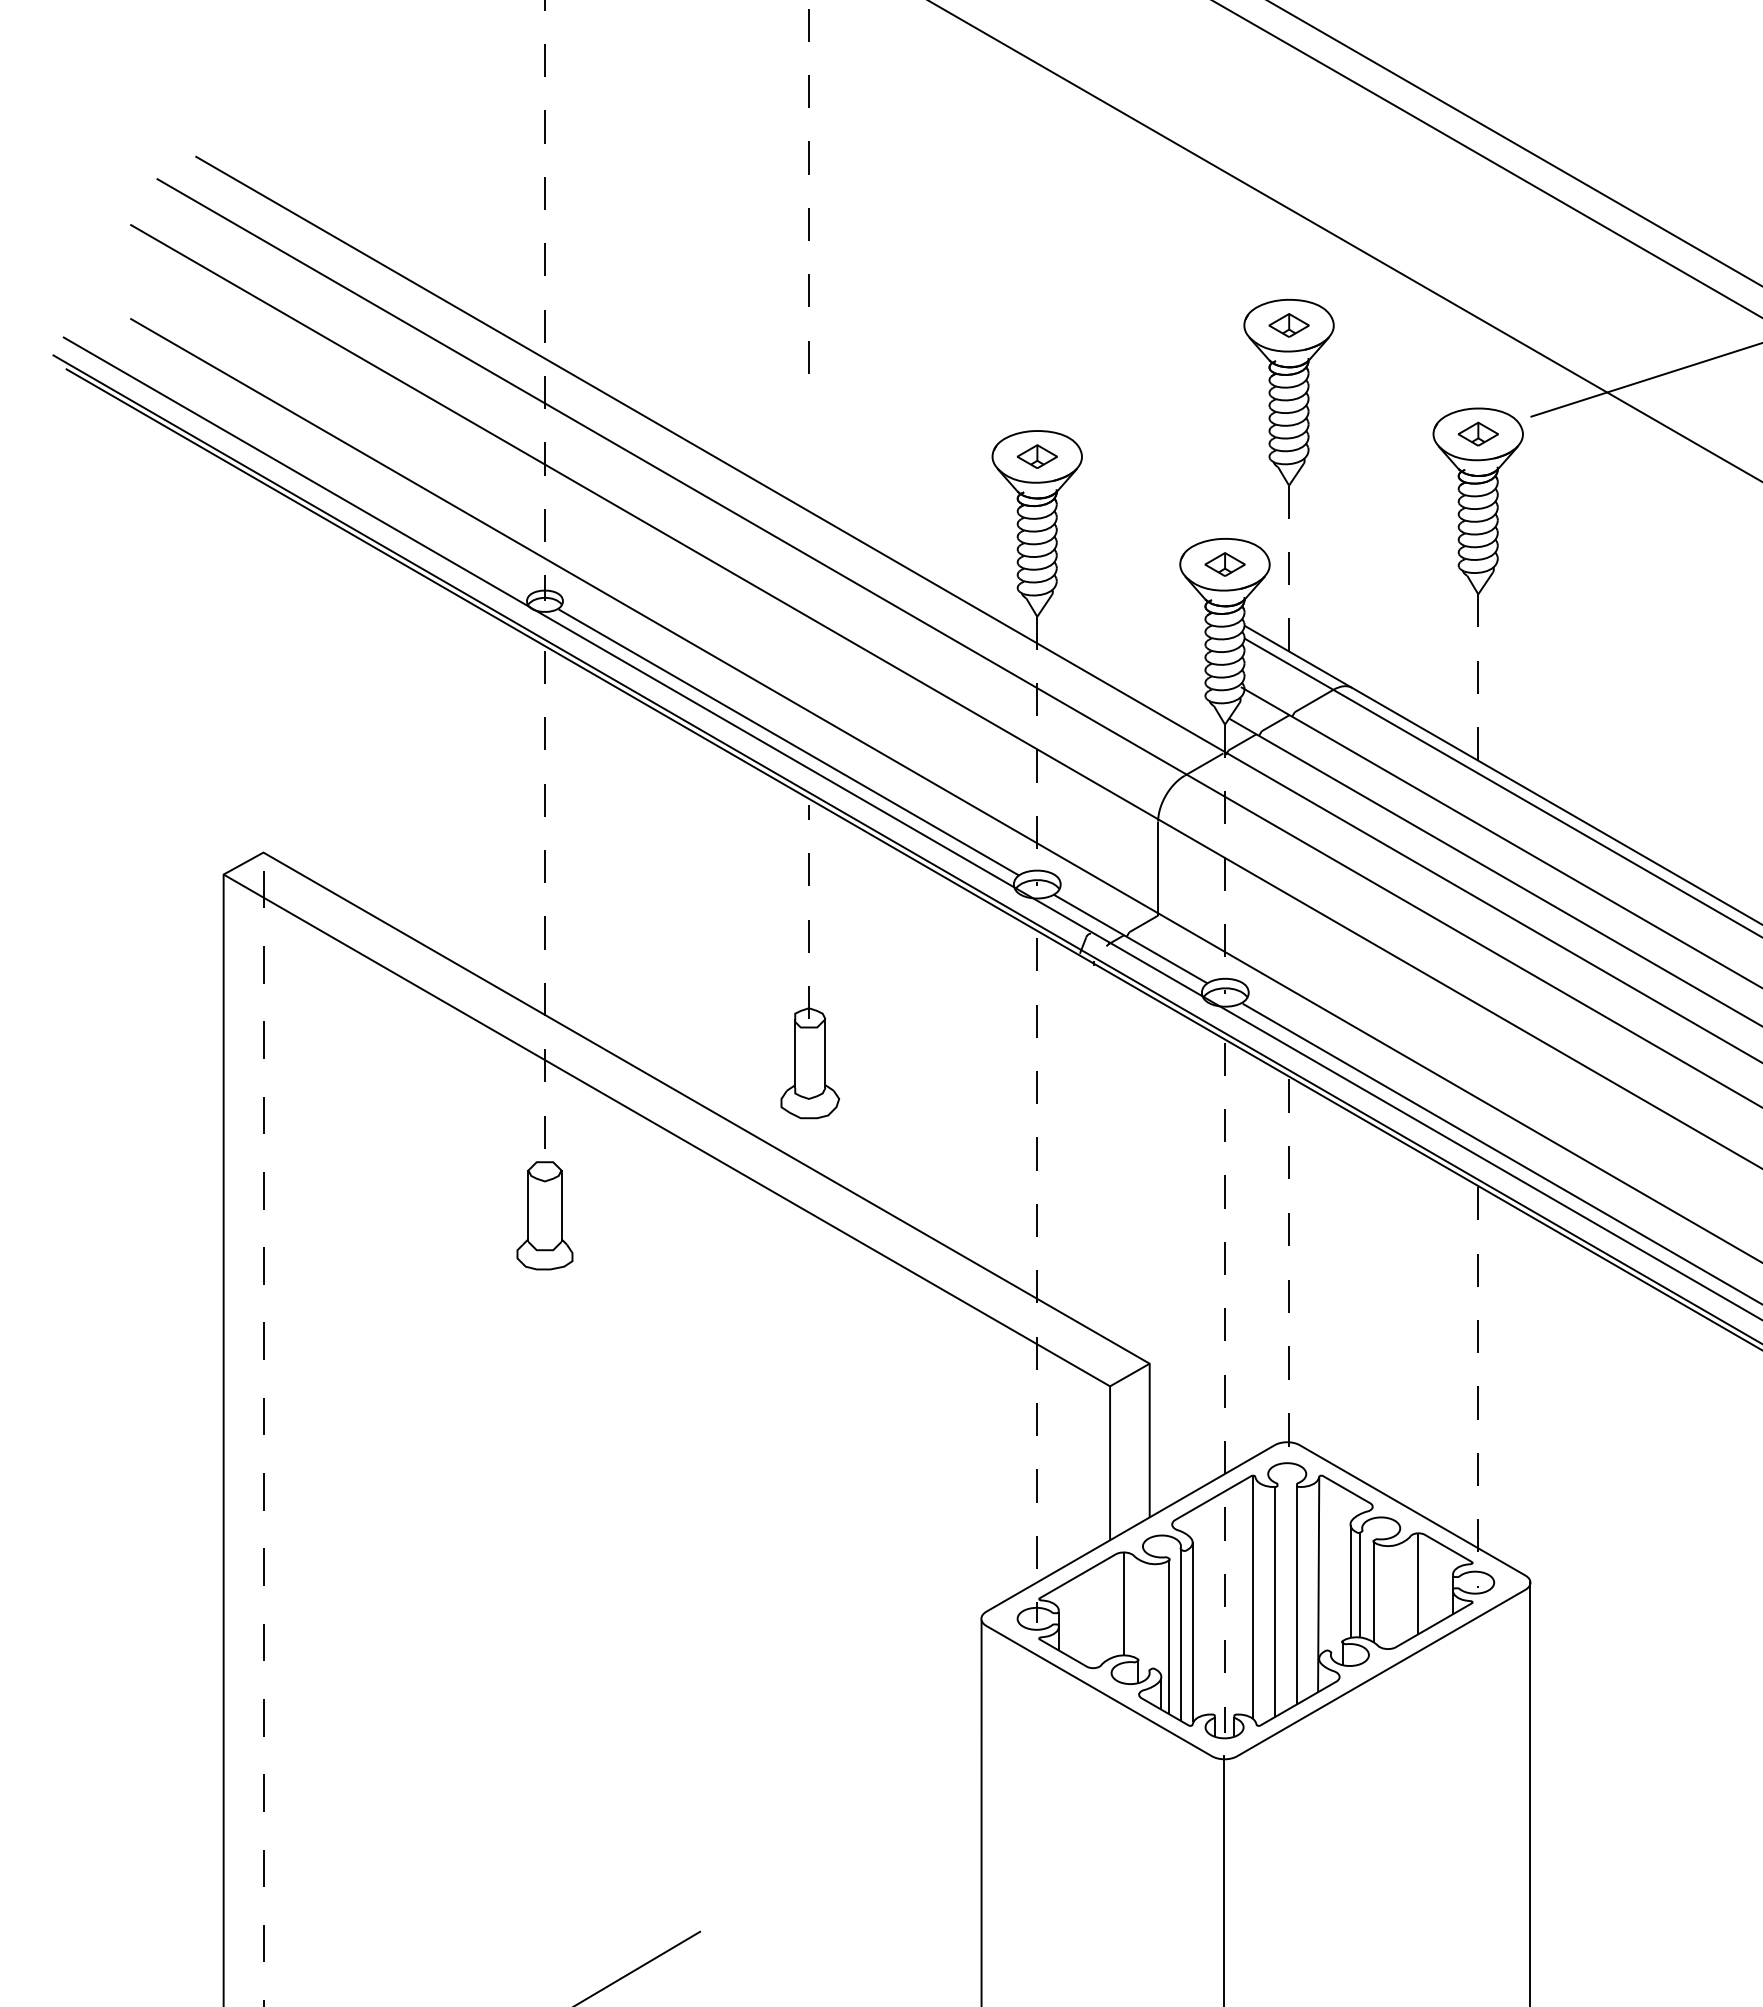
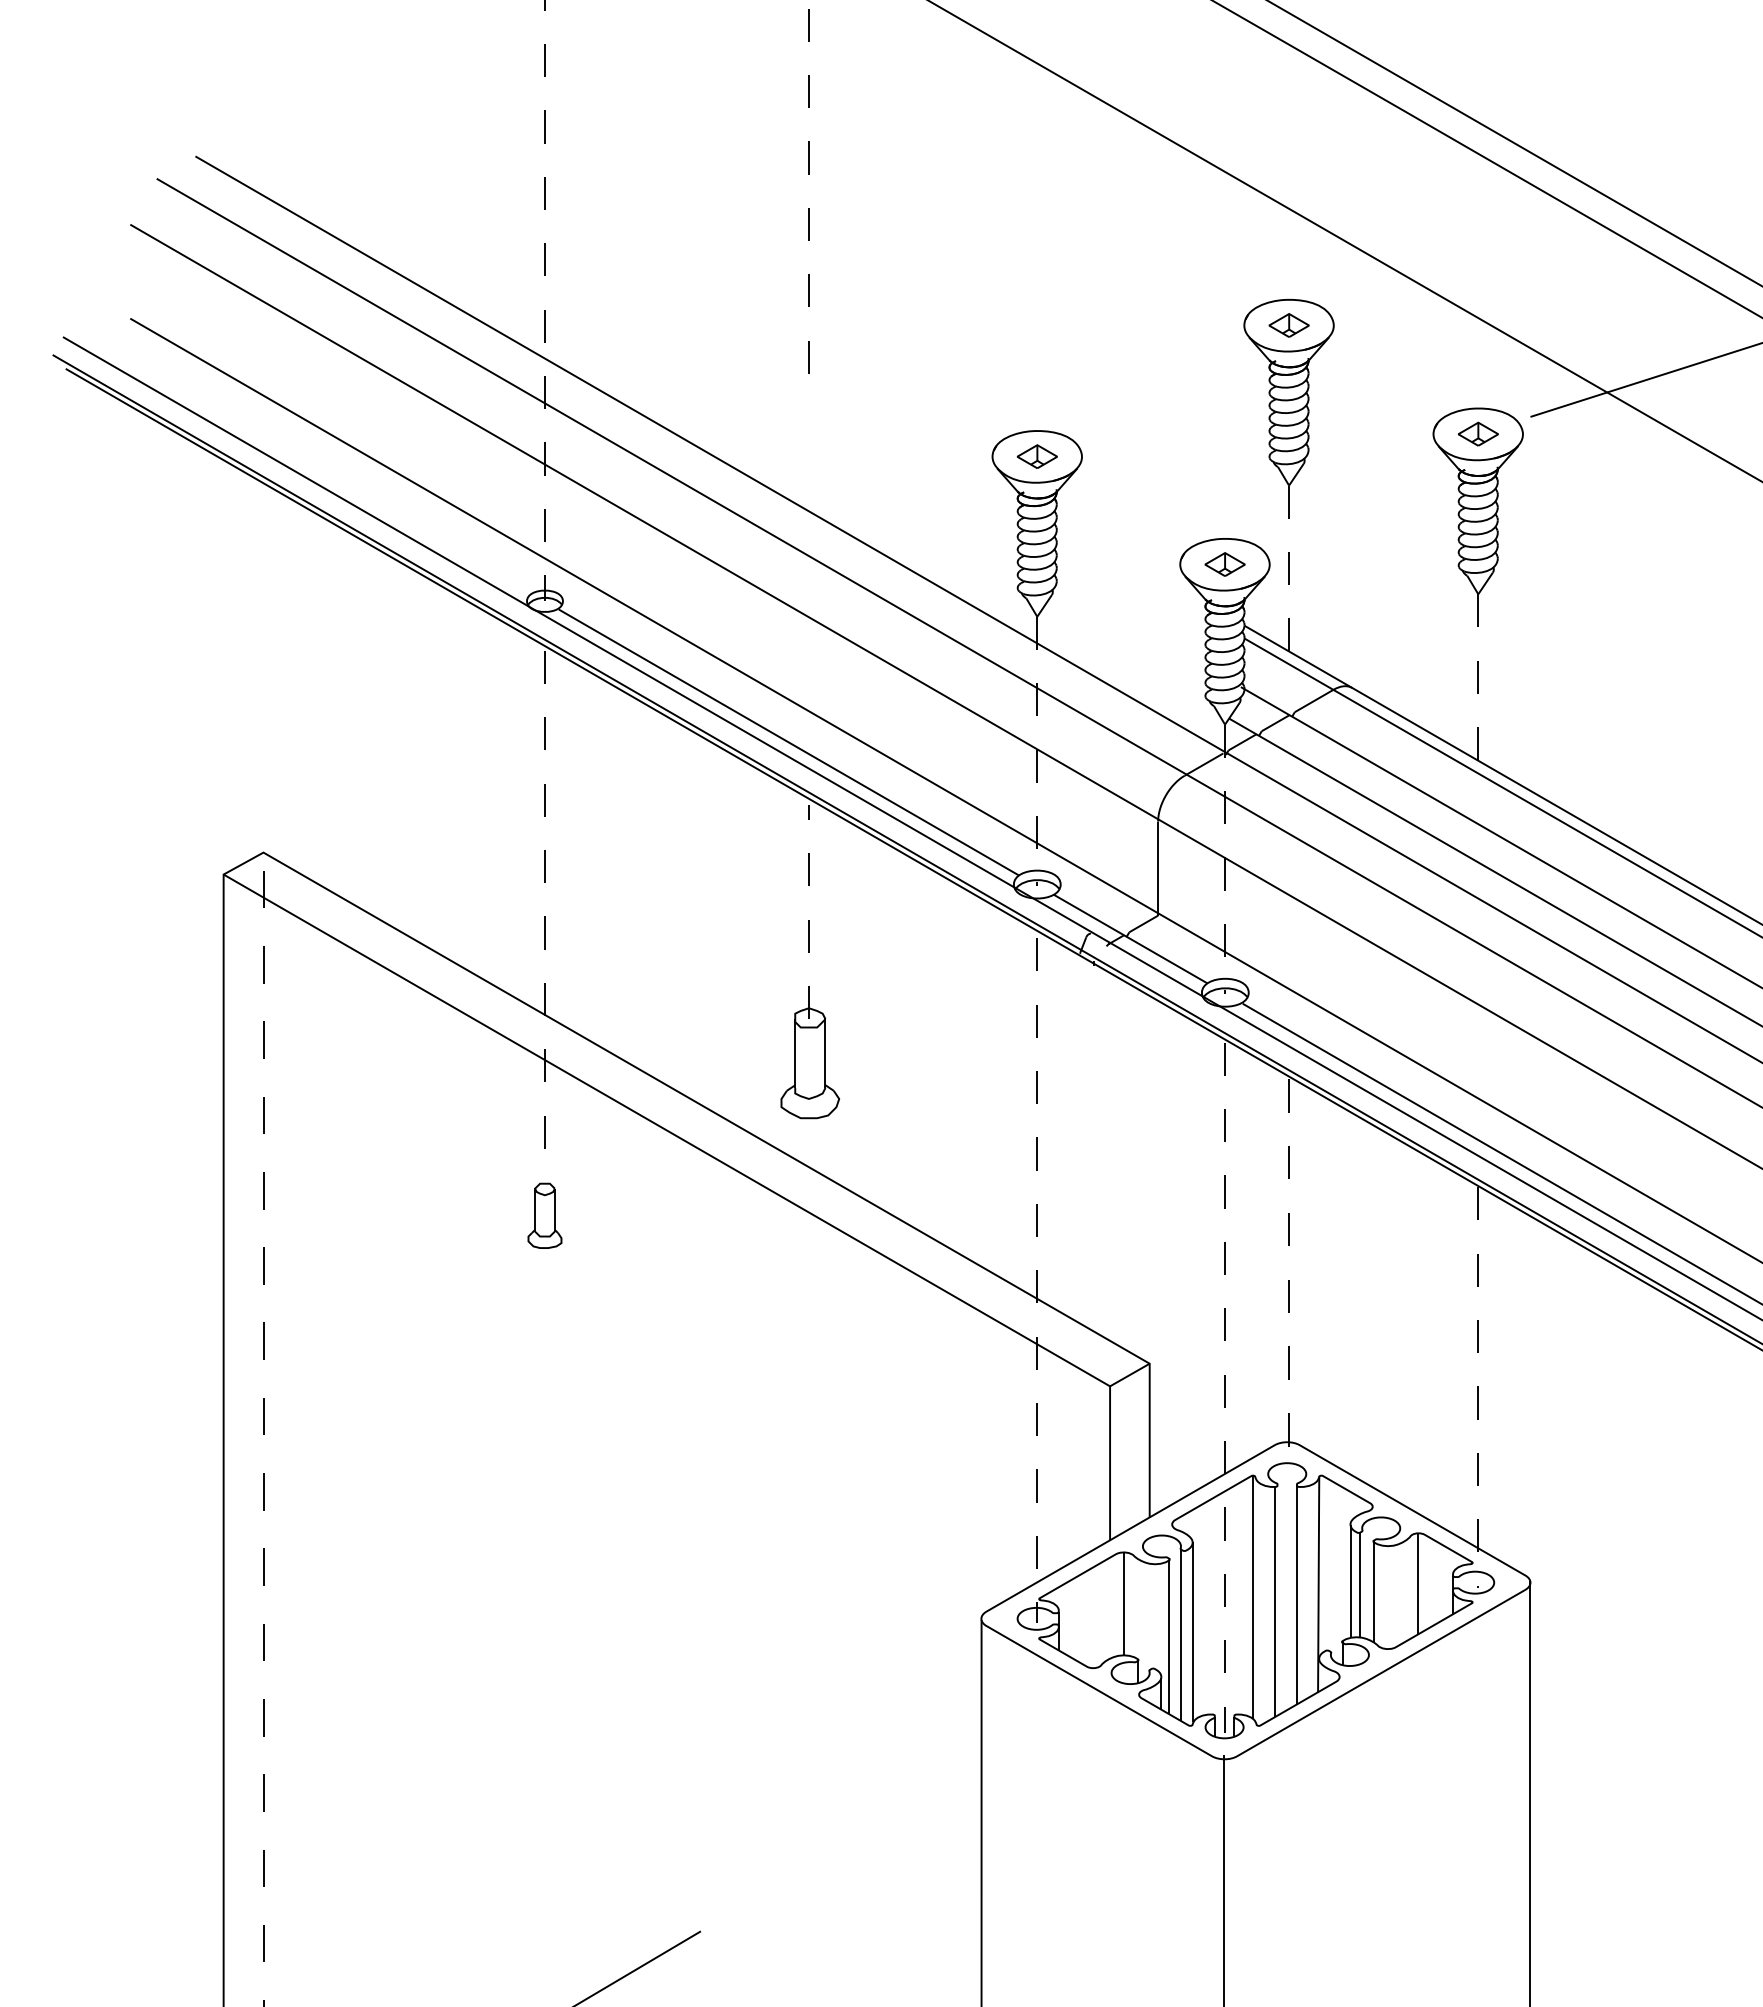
part at (544, 1215) size: 58x110 px -> 36x67 px
